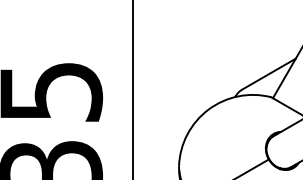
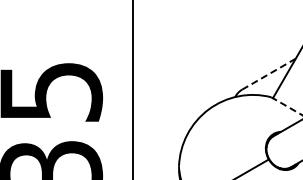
line at (269, 74): solid -> dashed
line at (286, 106): solid -> dashed
